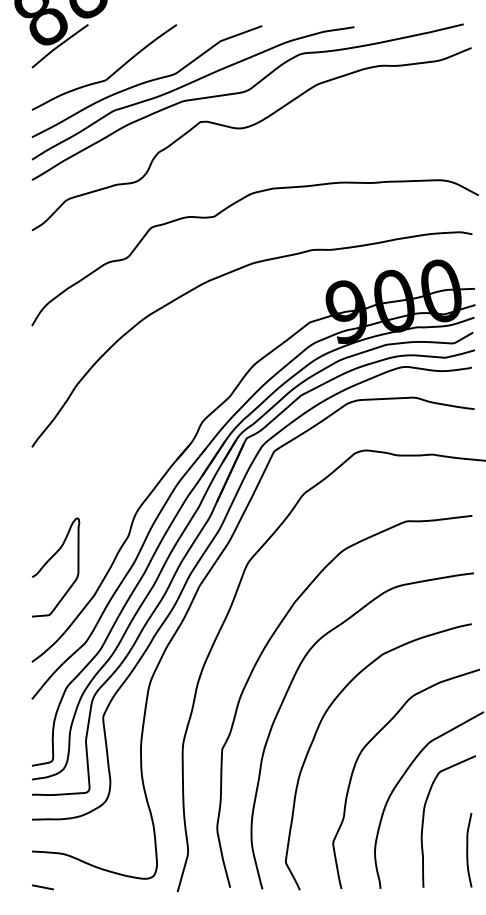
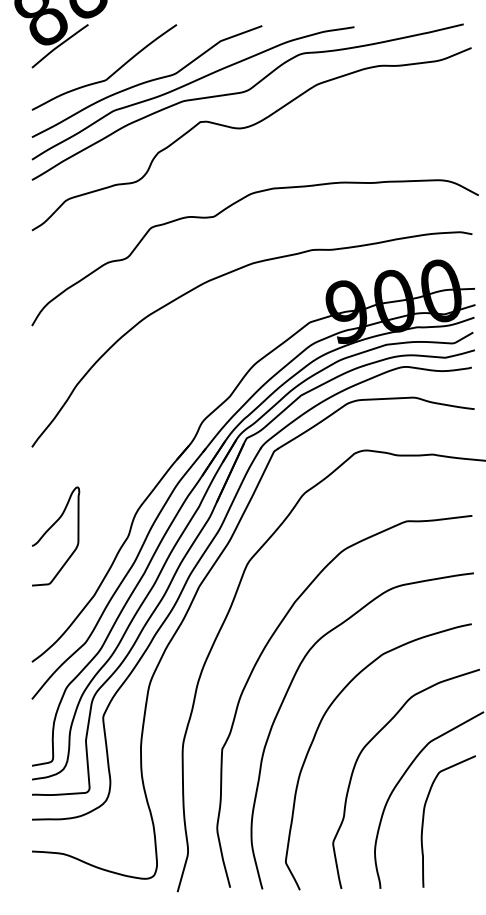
curve at (50, 560) position: (50, 560) -> (50, 529)
curve at (468, 850): present -> none
line at (42, 887): present -> none
